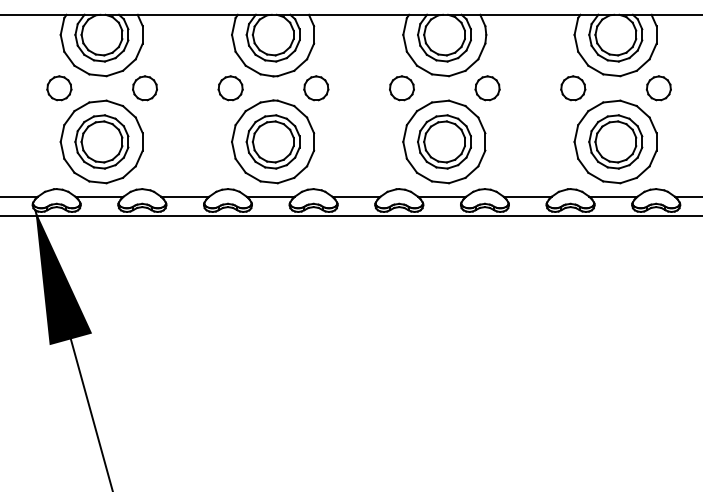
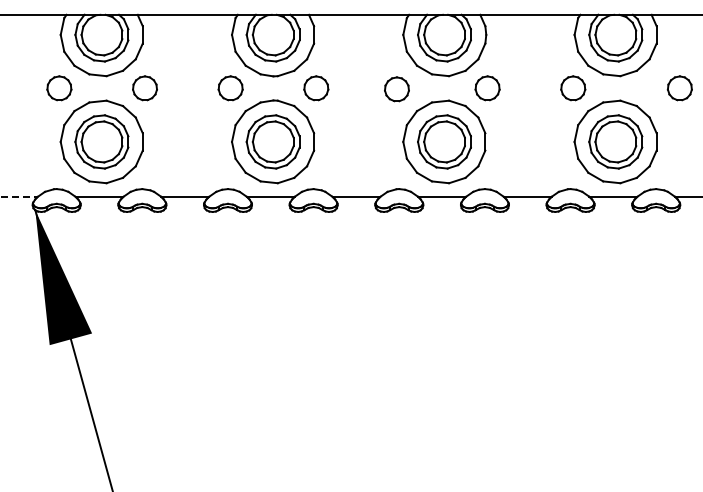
part at (401, 88) position: (401, 88) -> (396, 89)
part at (658, 88) position: (658, 88) -> (679, 88)
line at (19, 196): solid -> dashed
line at (350, 215): present -> none
